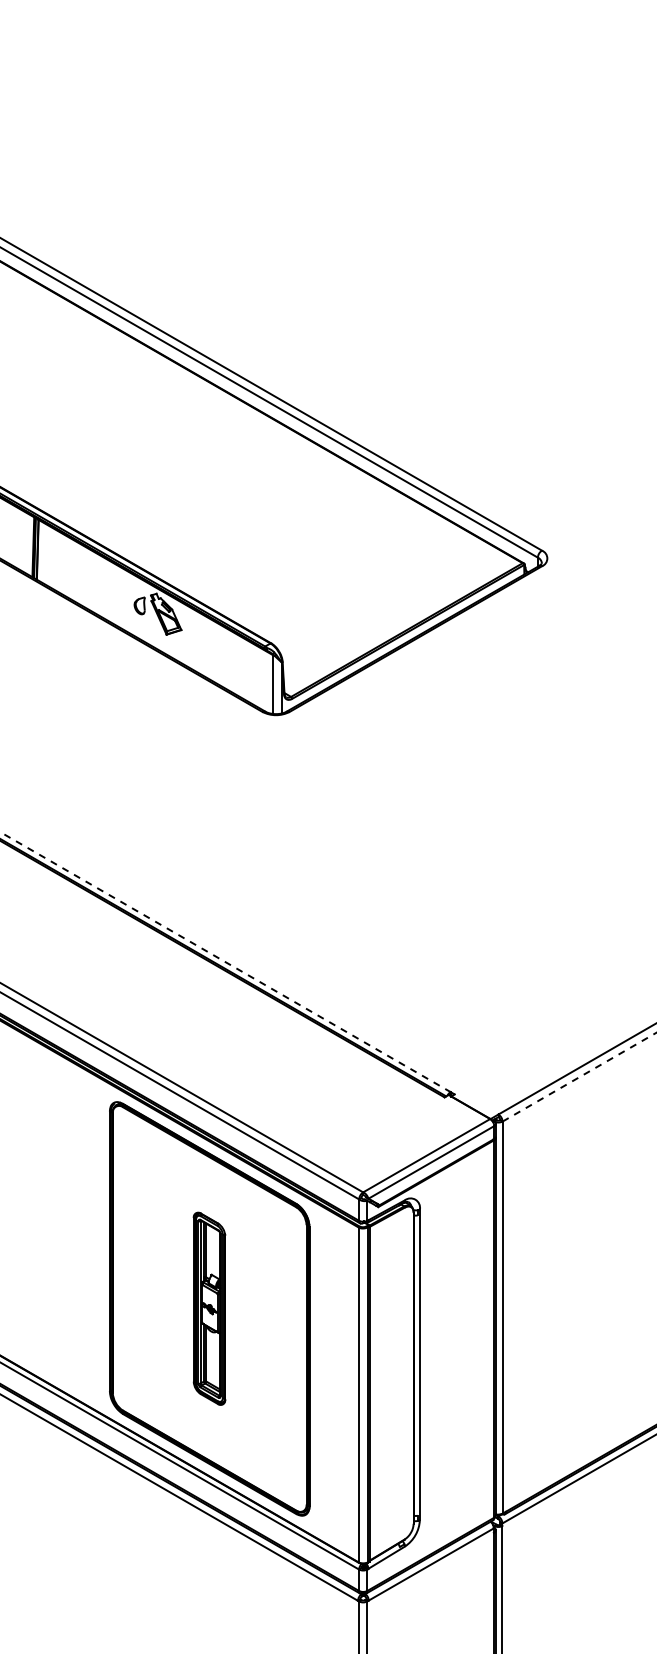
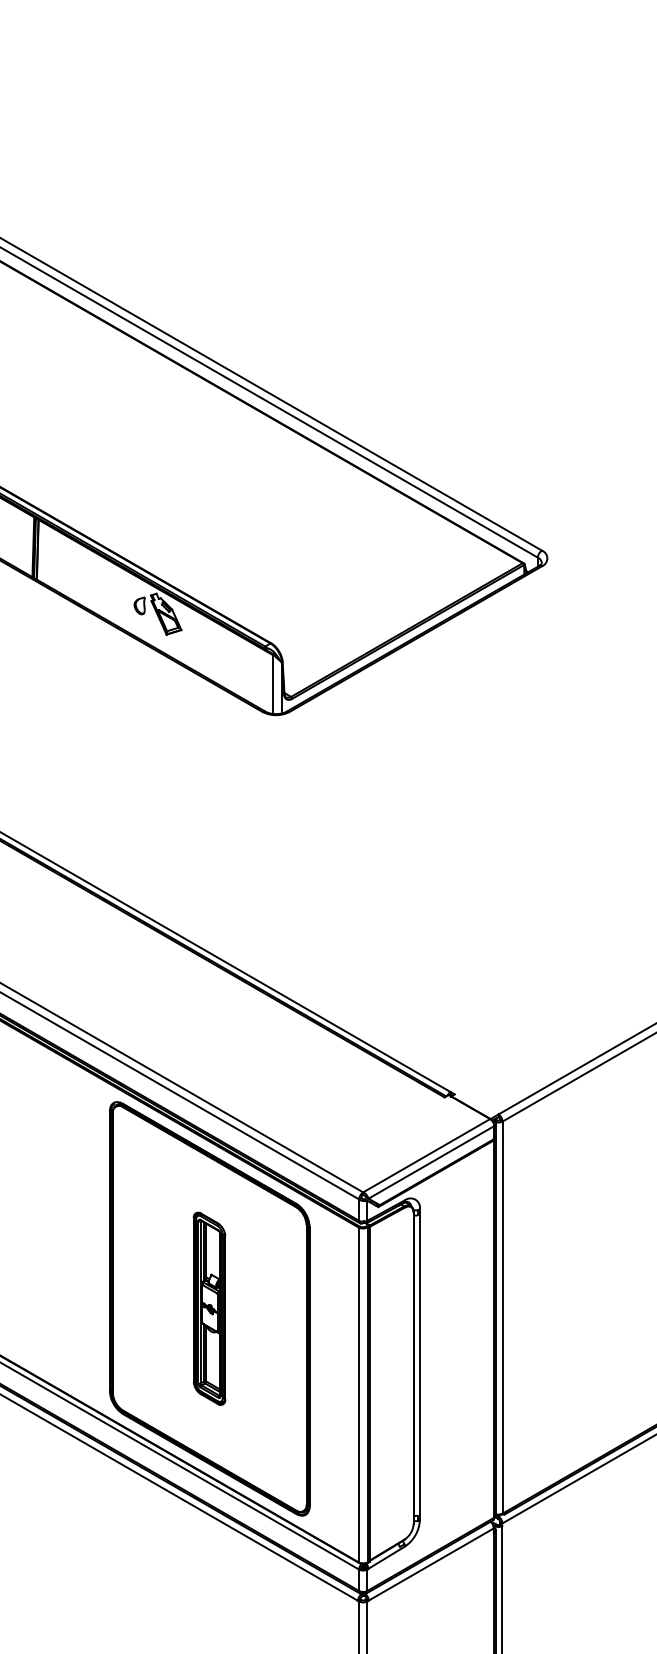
line at (225, 962): dashed -> solid
line at (579, 1077): dashed -> solid
